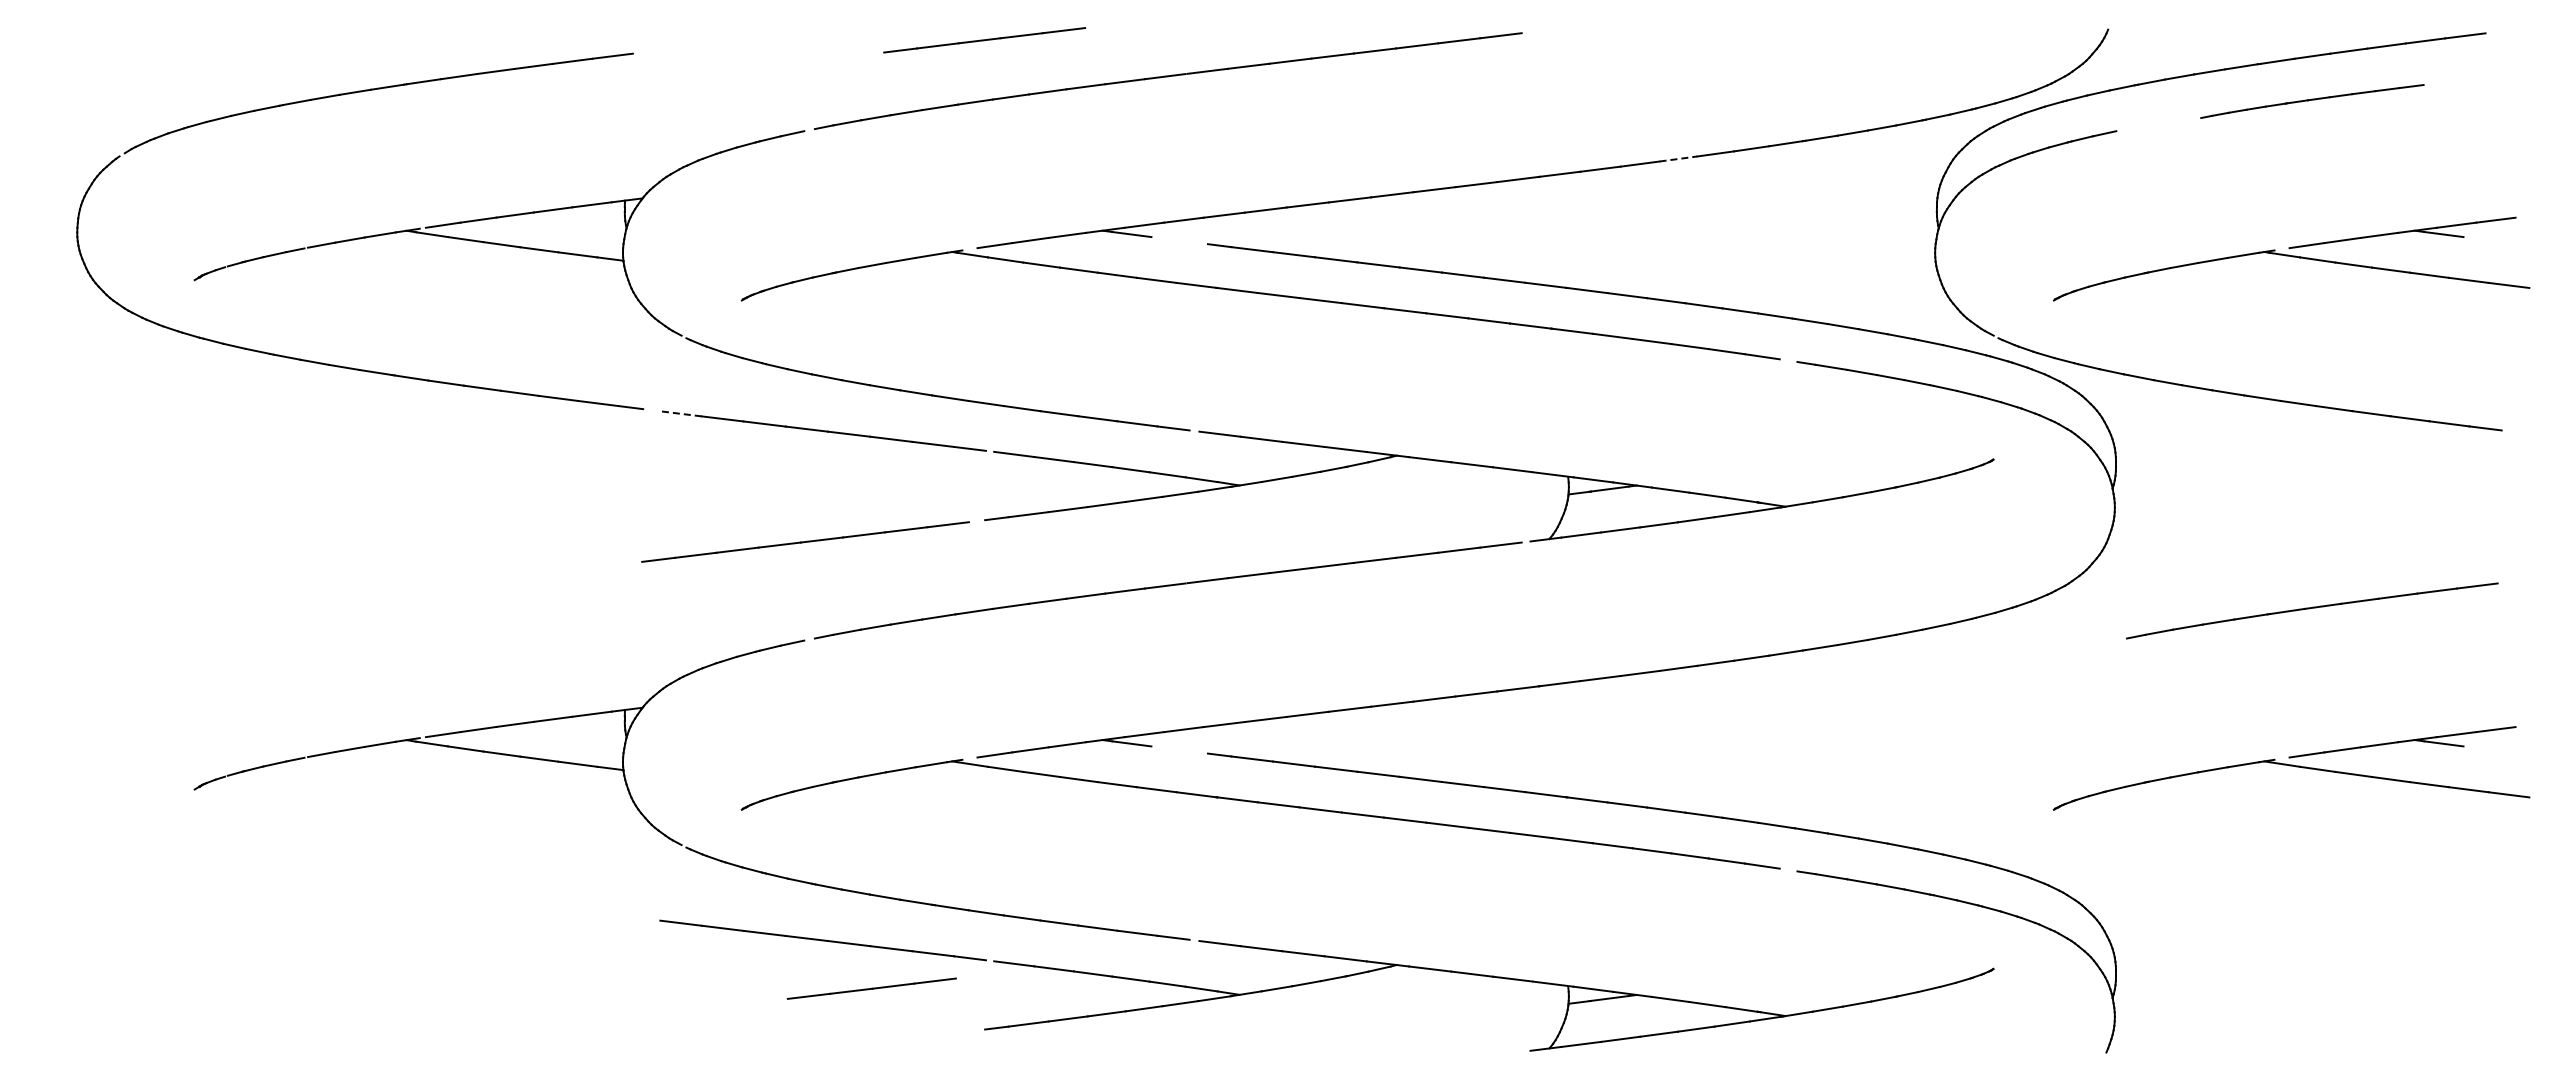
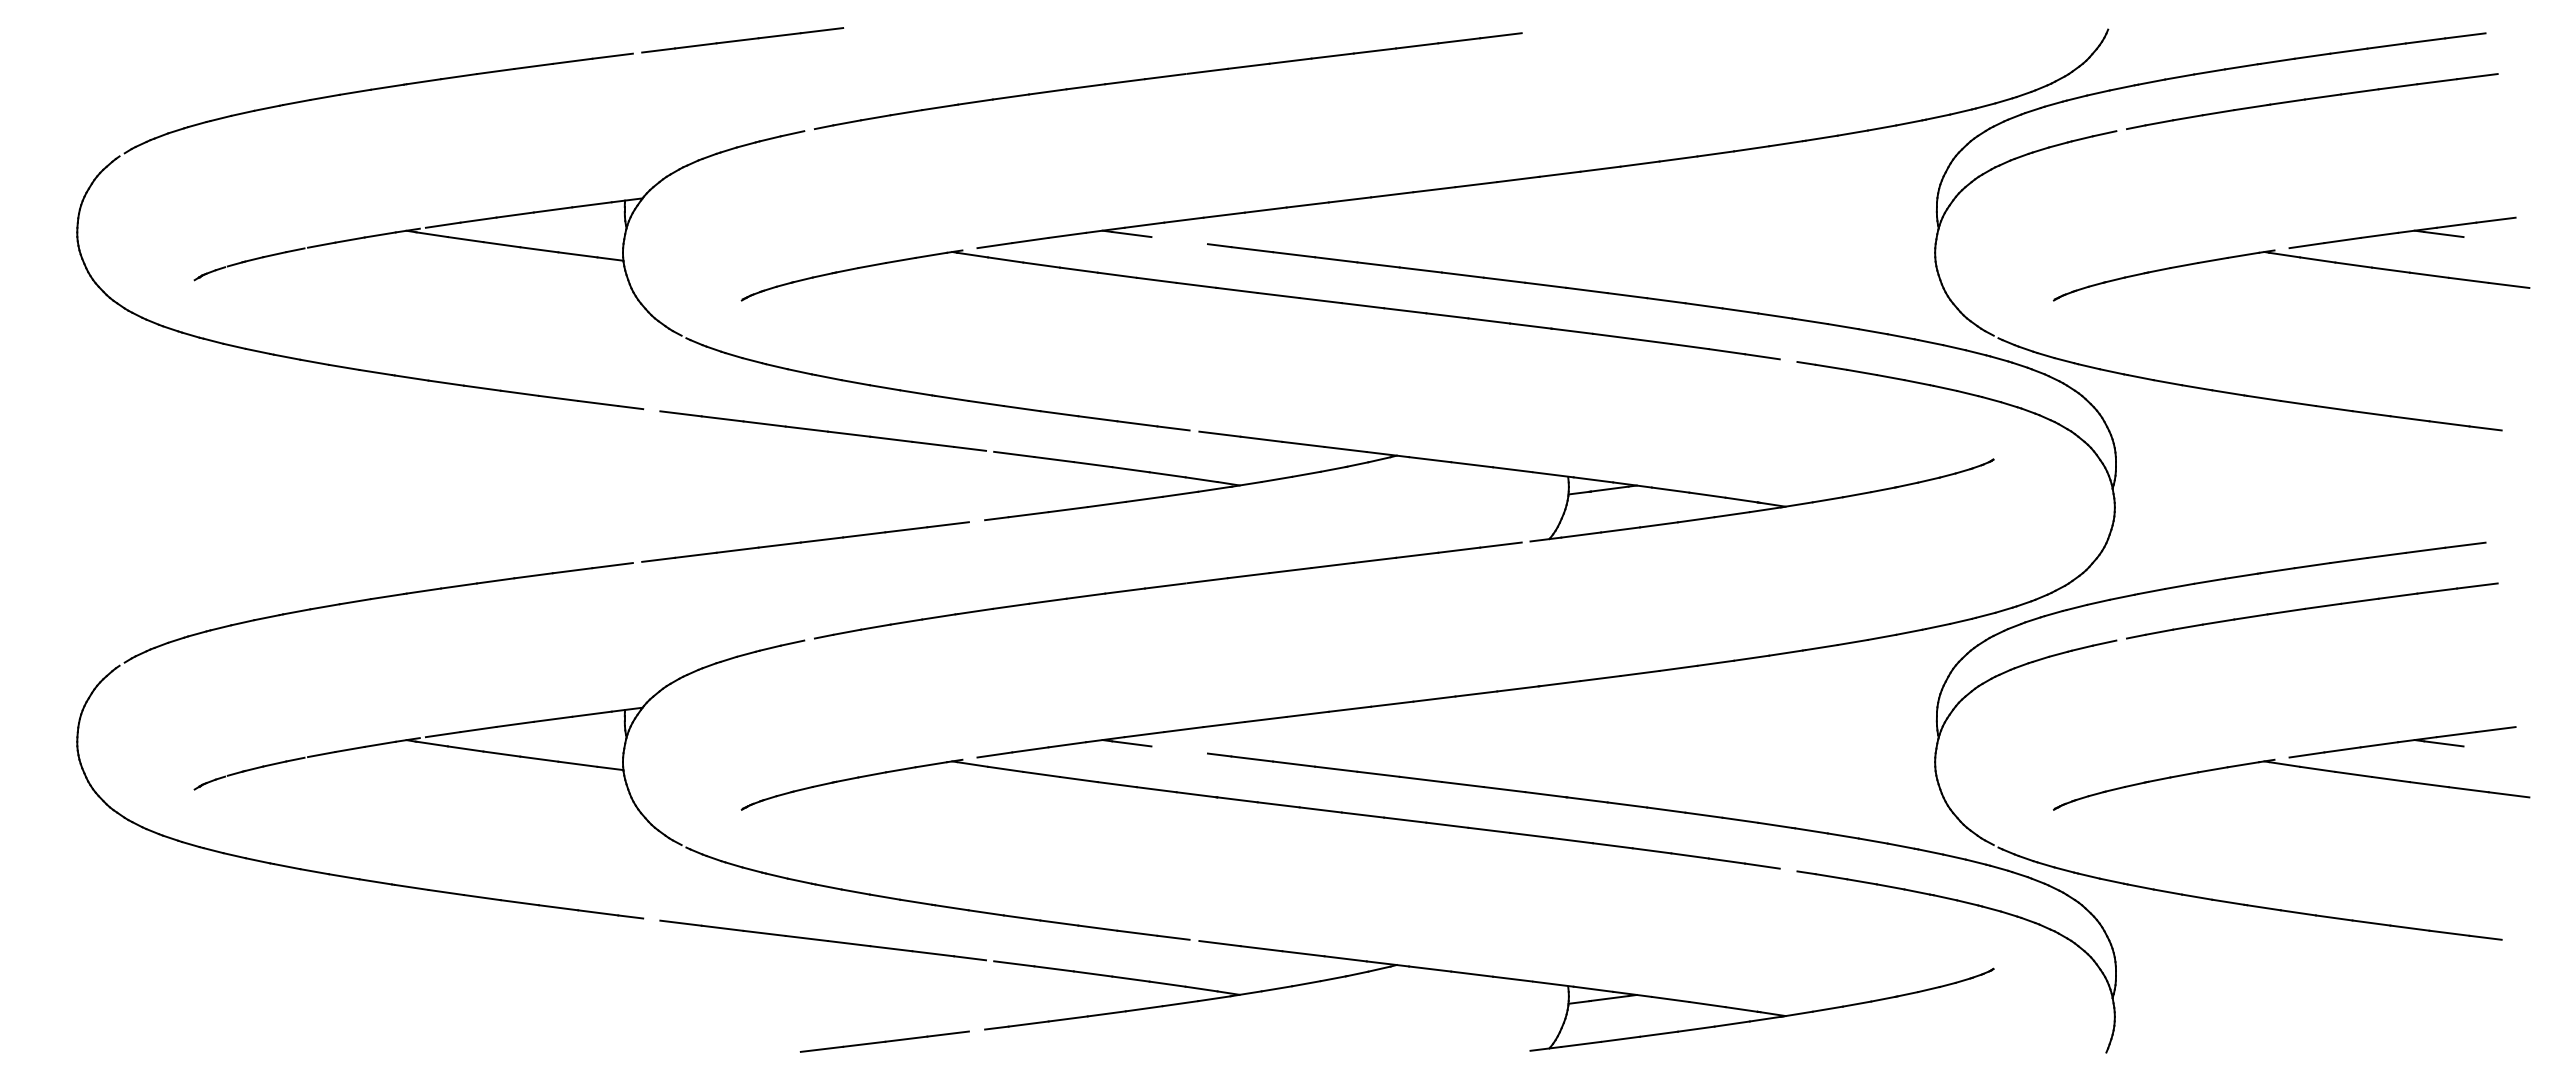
line at (984, 40) position: (984, 40) -> (742, 40)
part at (2312, 101) size: 225x35 px -> 373x57 px
line at (1678, 158): dashed -> solid
line at (681, 413): dashed -> solid
part at (2117, 641): none -> present
part at (338, 874): none -> present
line at (871, 988) position: (871, 988) -> (884, 1041)
